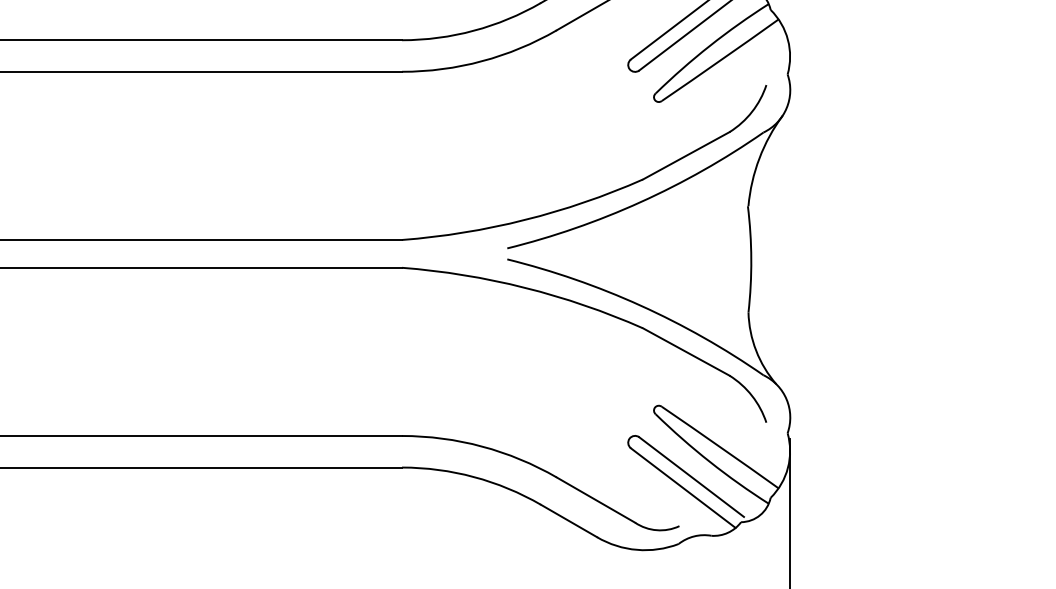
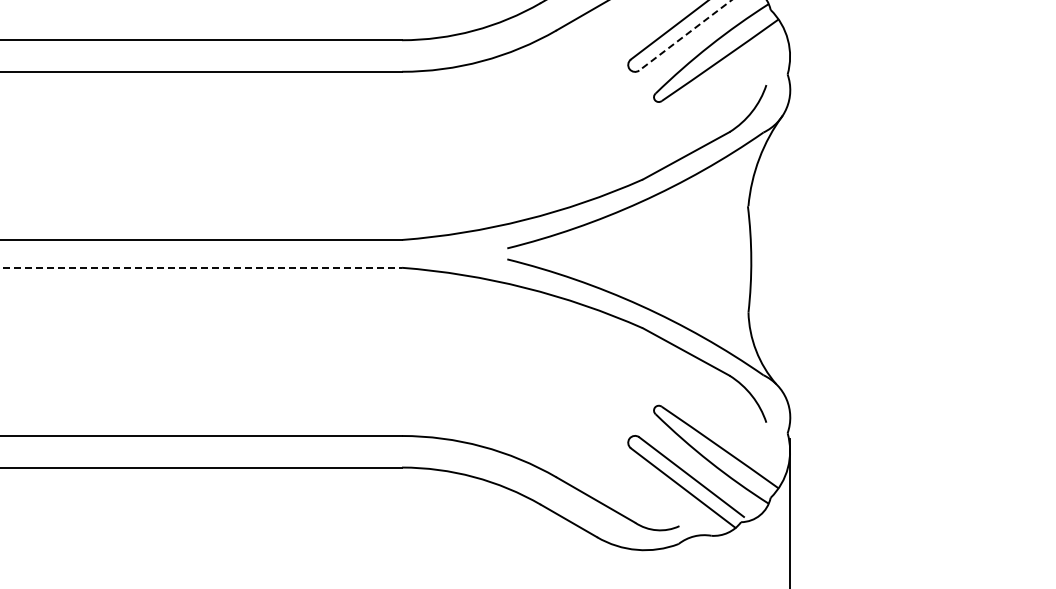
line at (685, 35): solid -> dashed
line at (201, 267): solid -> dashed
